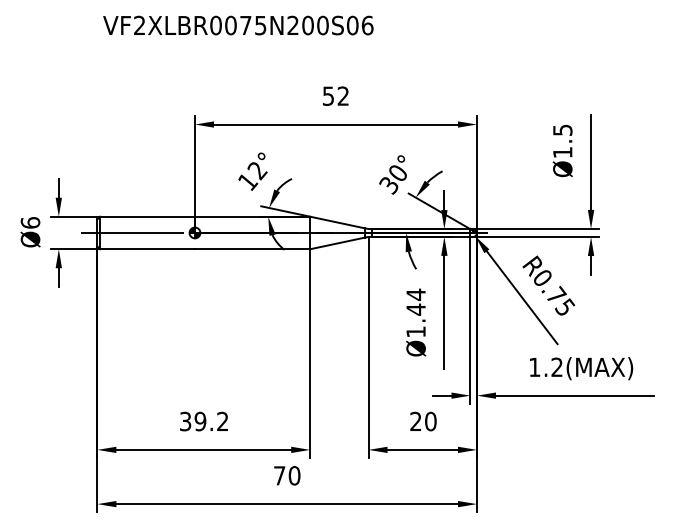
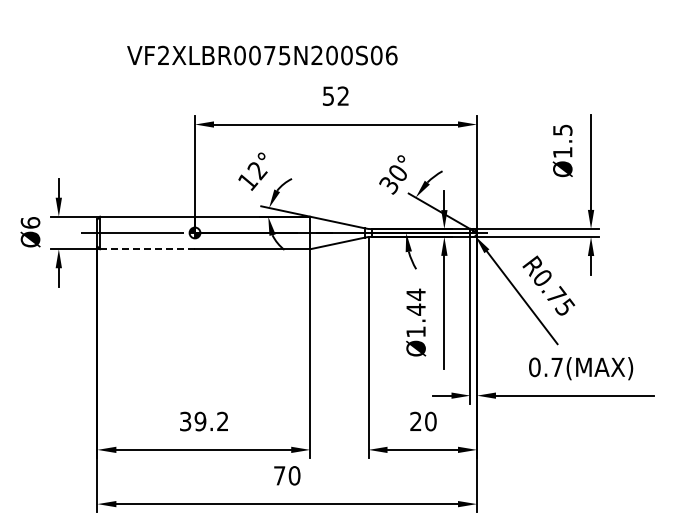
text at (238, 25) position: (238, 25) -> (262, 55)
line at (148, 249): solid -> dashed
text at (545, 367): 1.2(MAX) -> 0.7(MAX)
